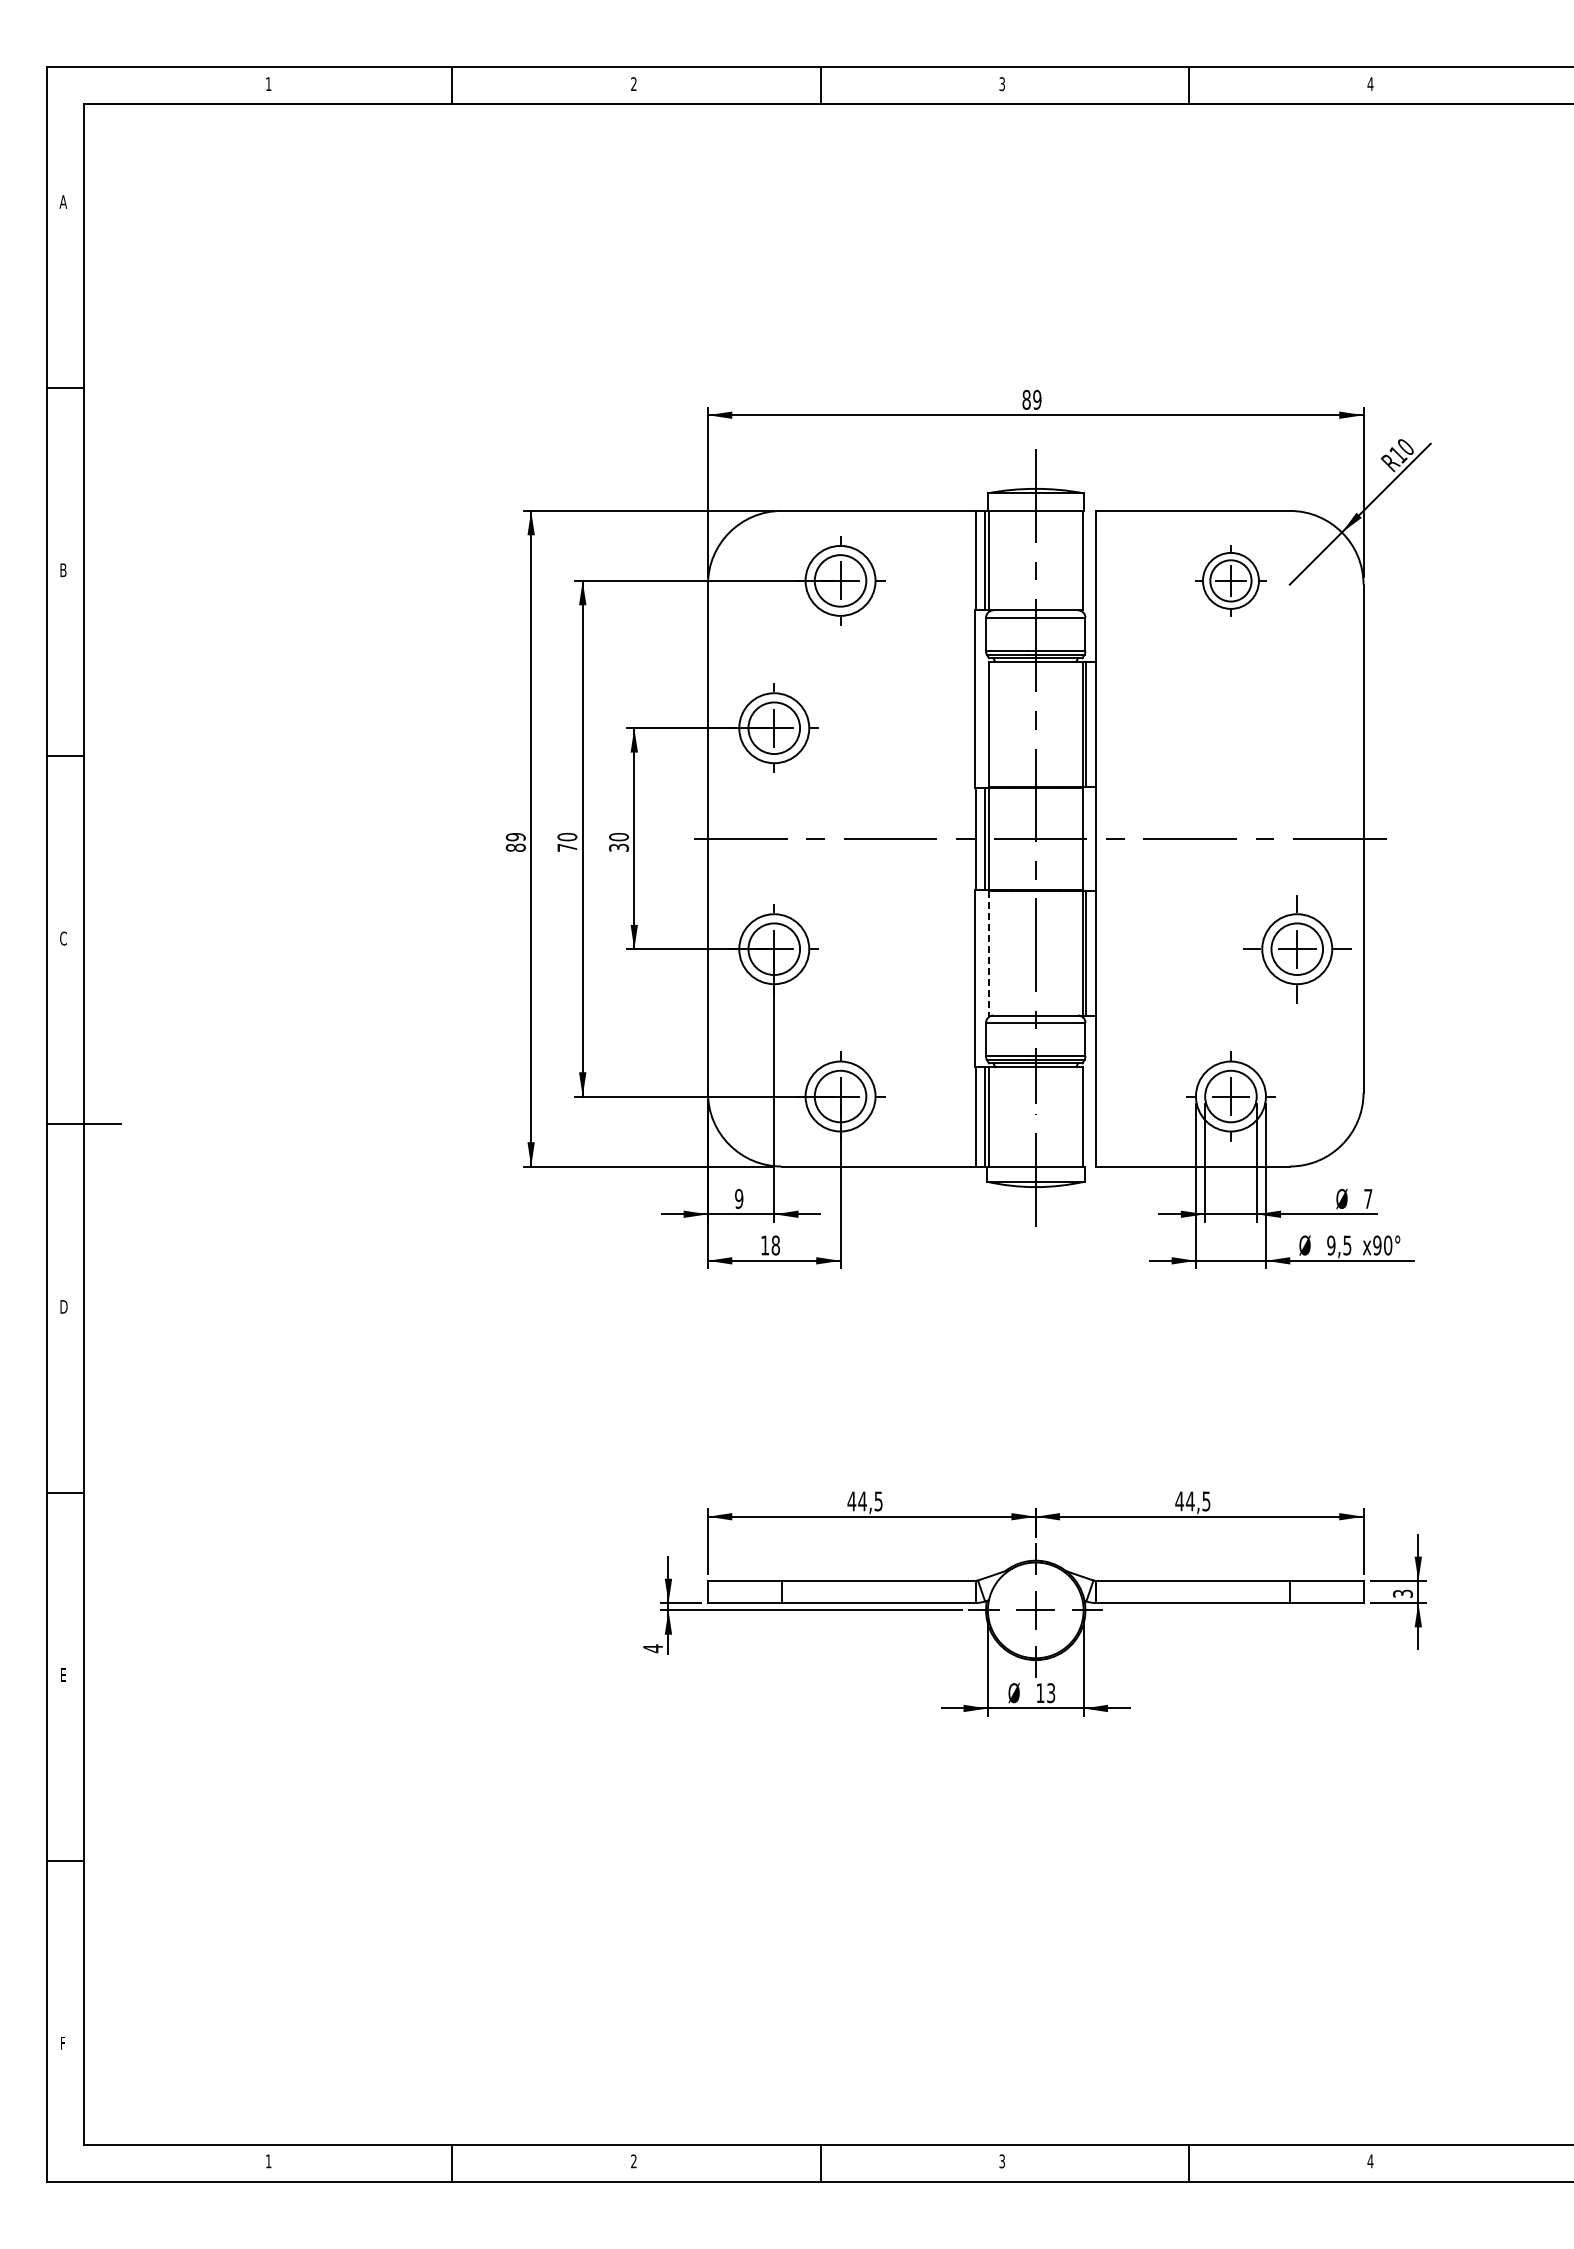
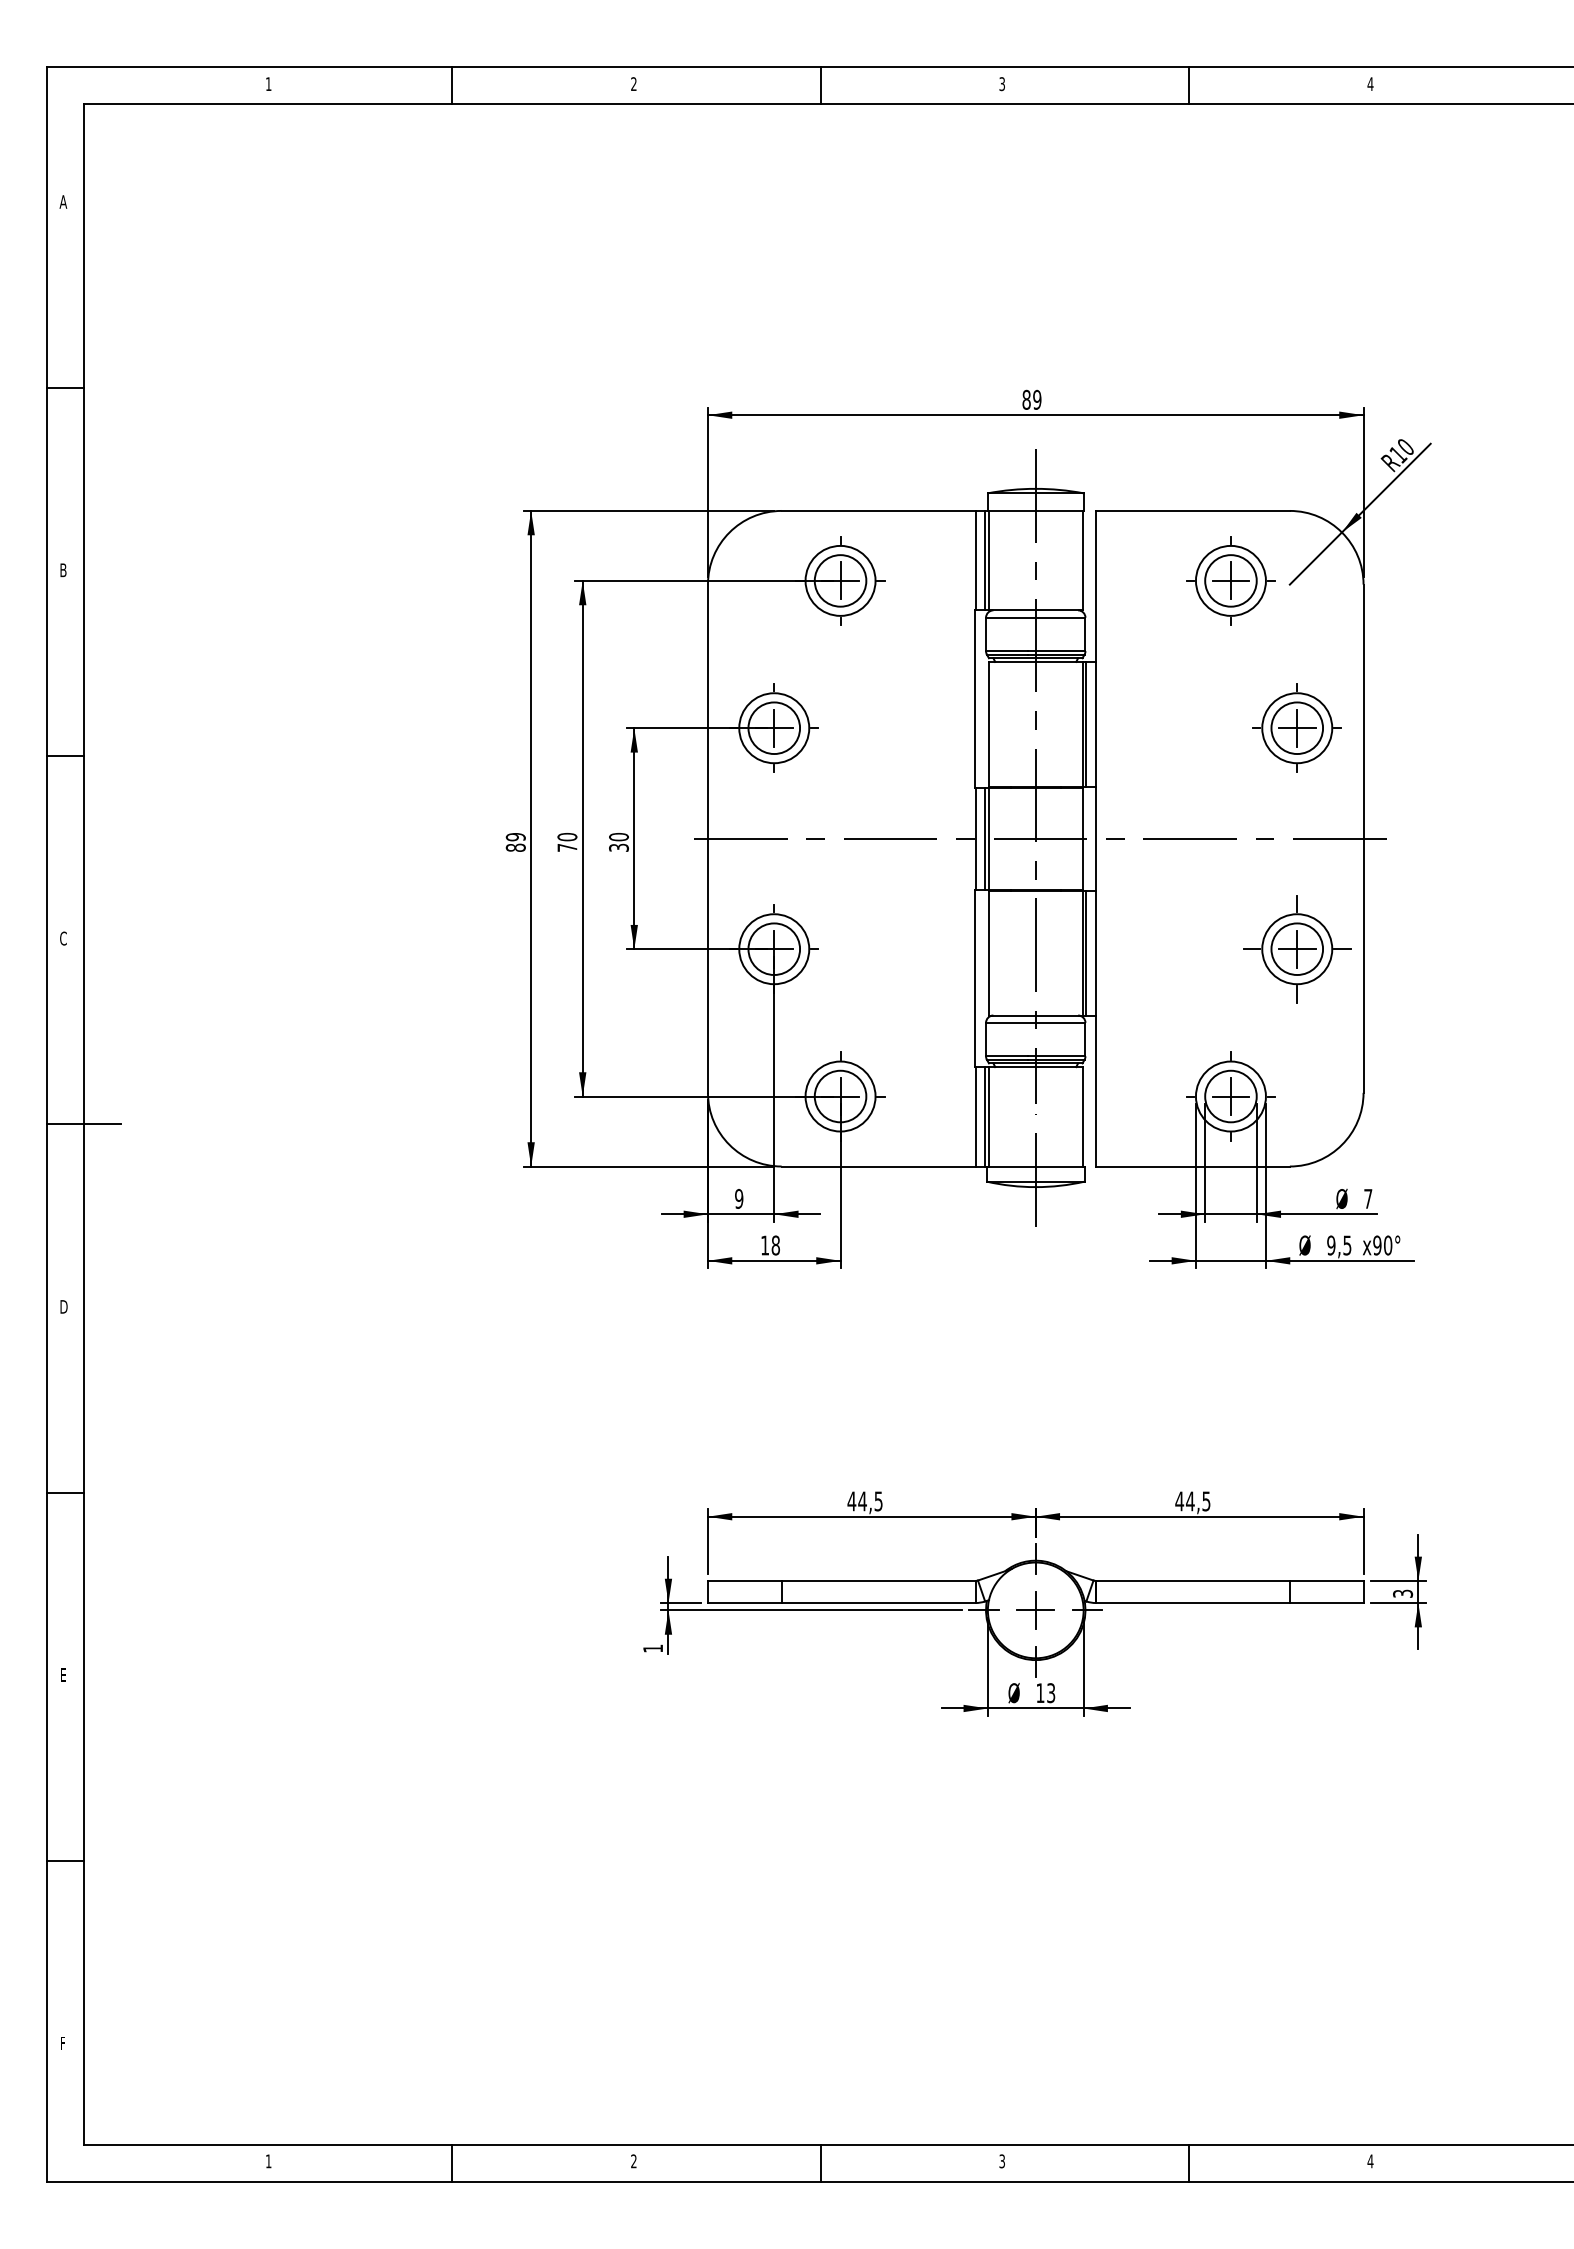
part at (1230, 580) size: 72x72 px -> 90x90 px
part at (1296, 727): none -> present
line at (988, 953): dashed -> solid
text at (652, 1648): 4 -> 1
